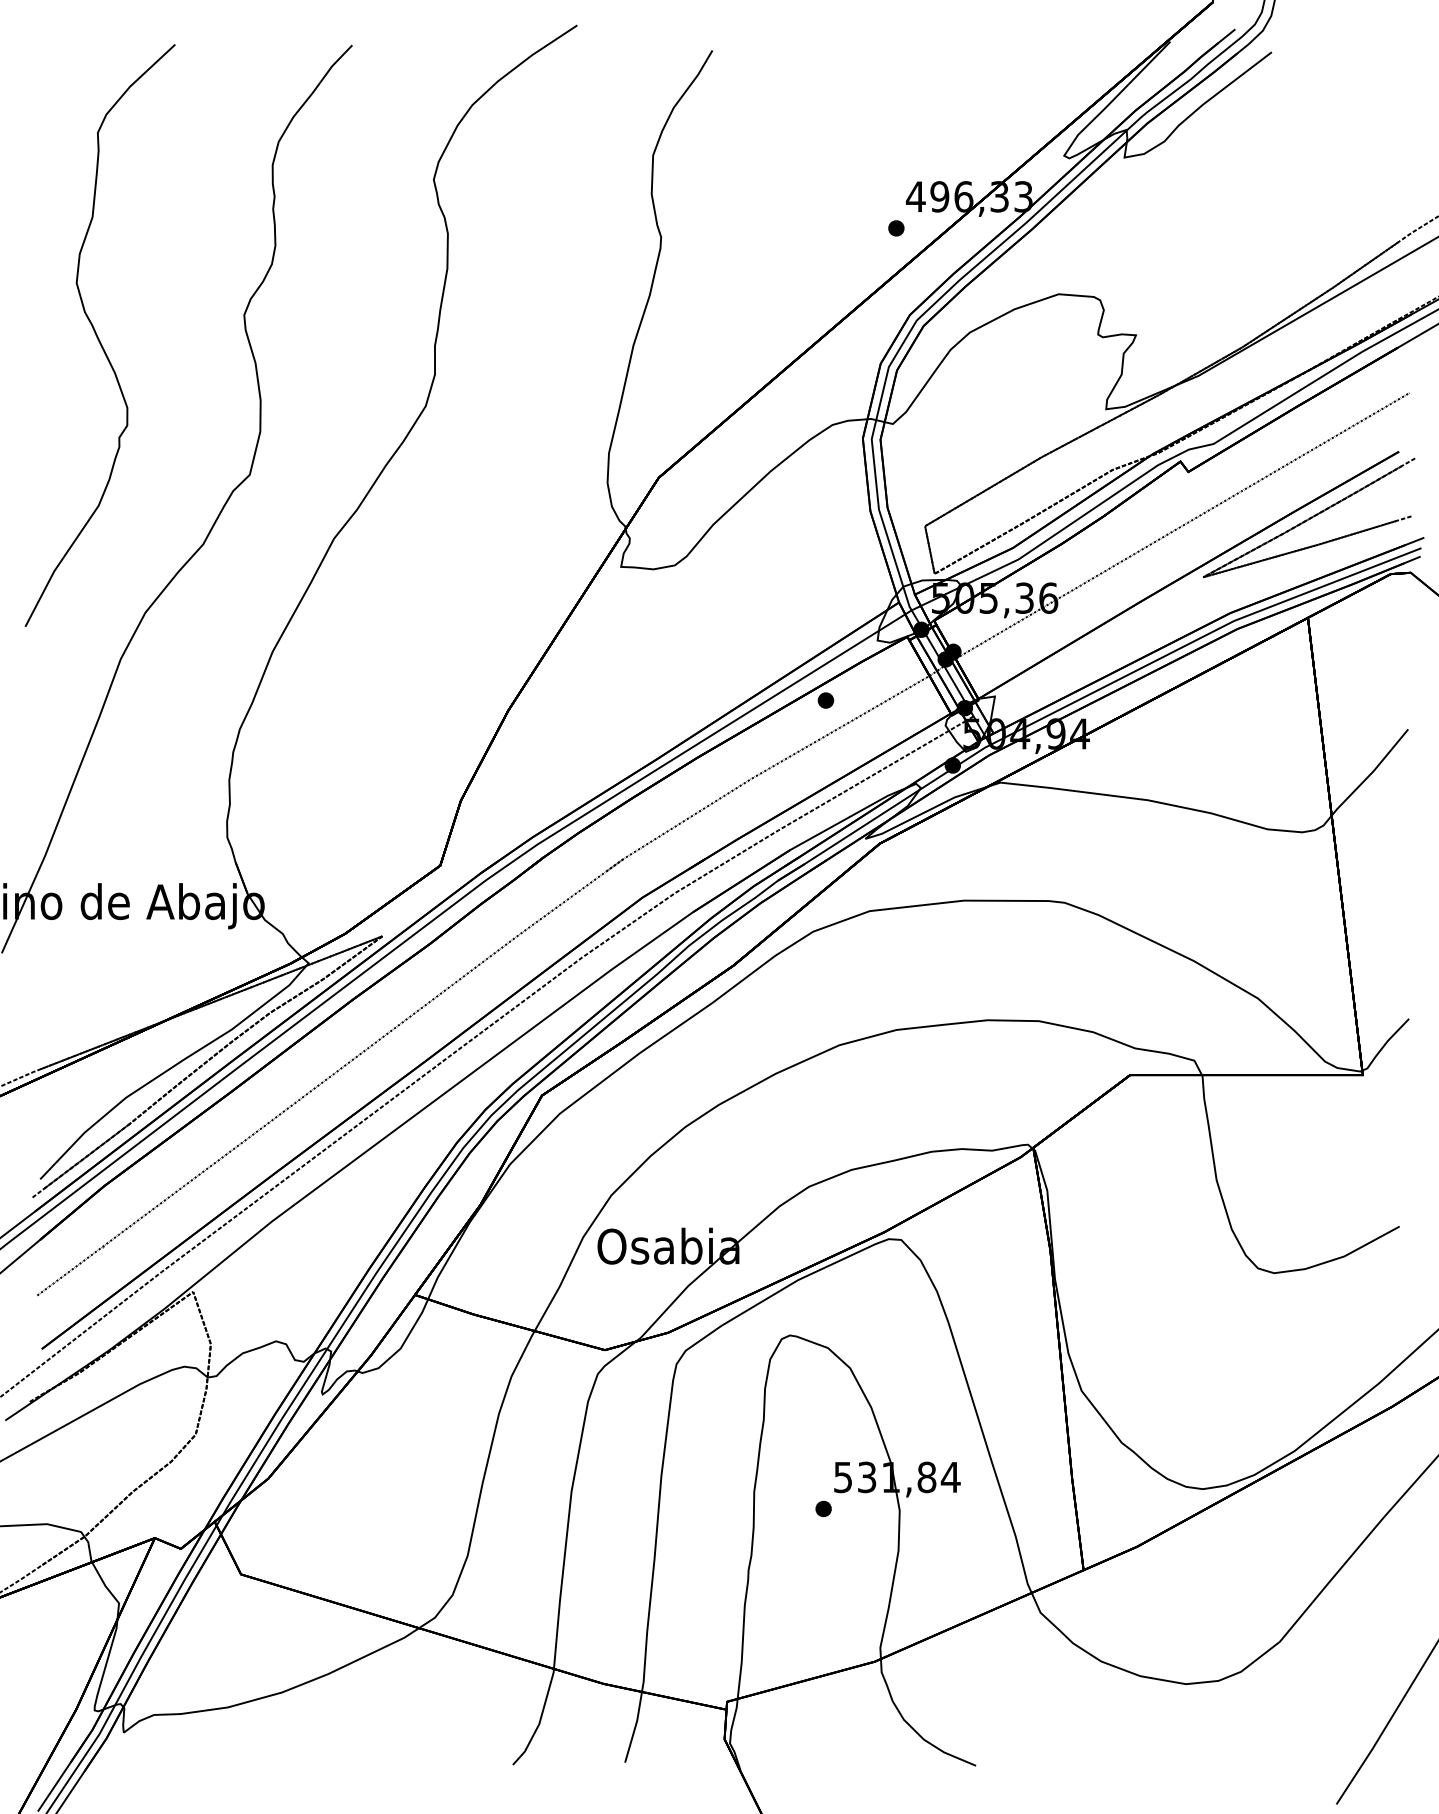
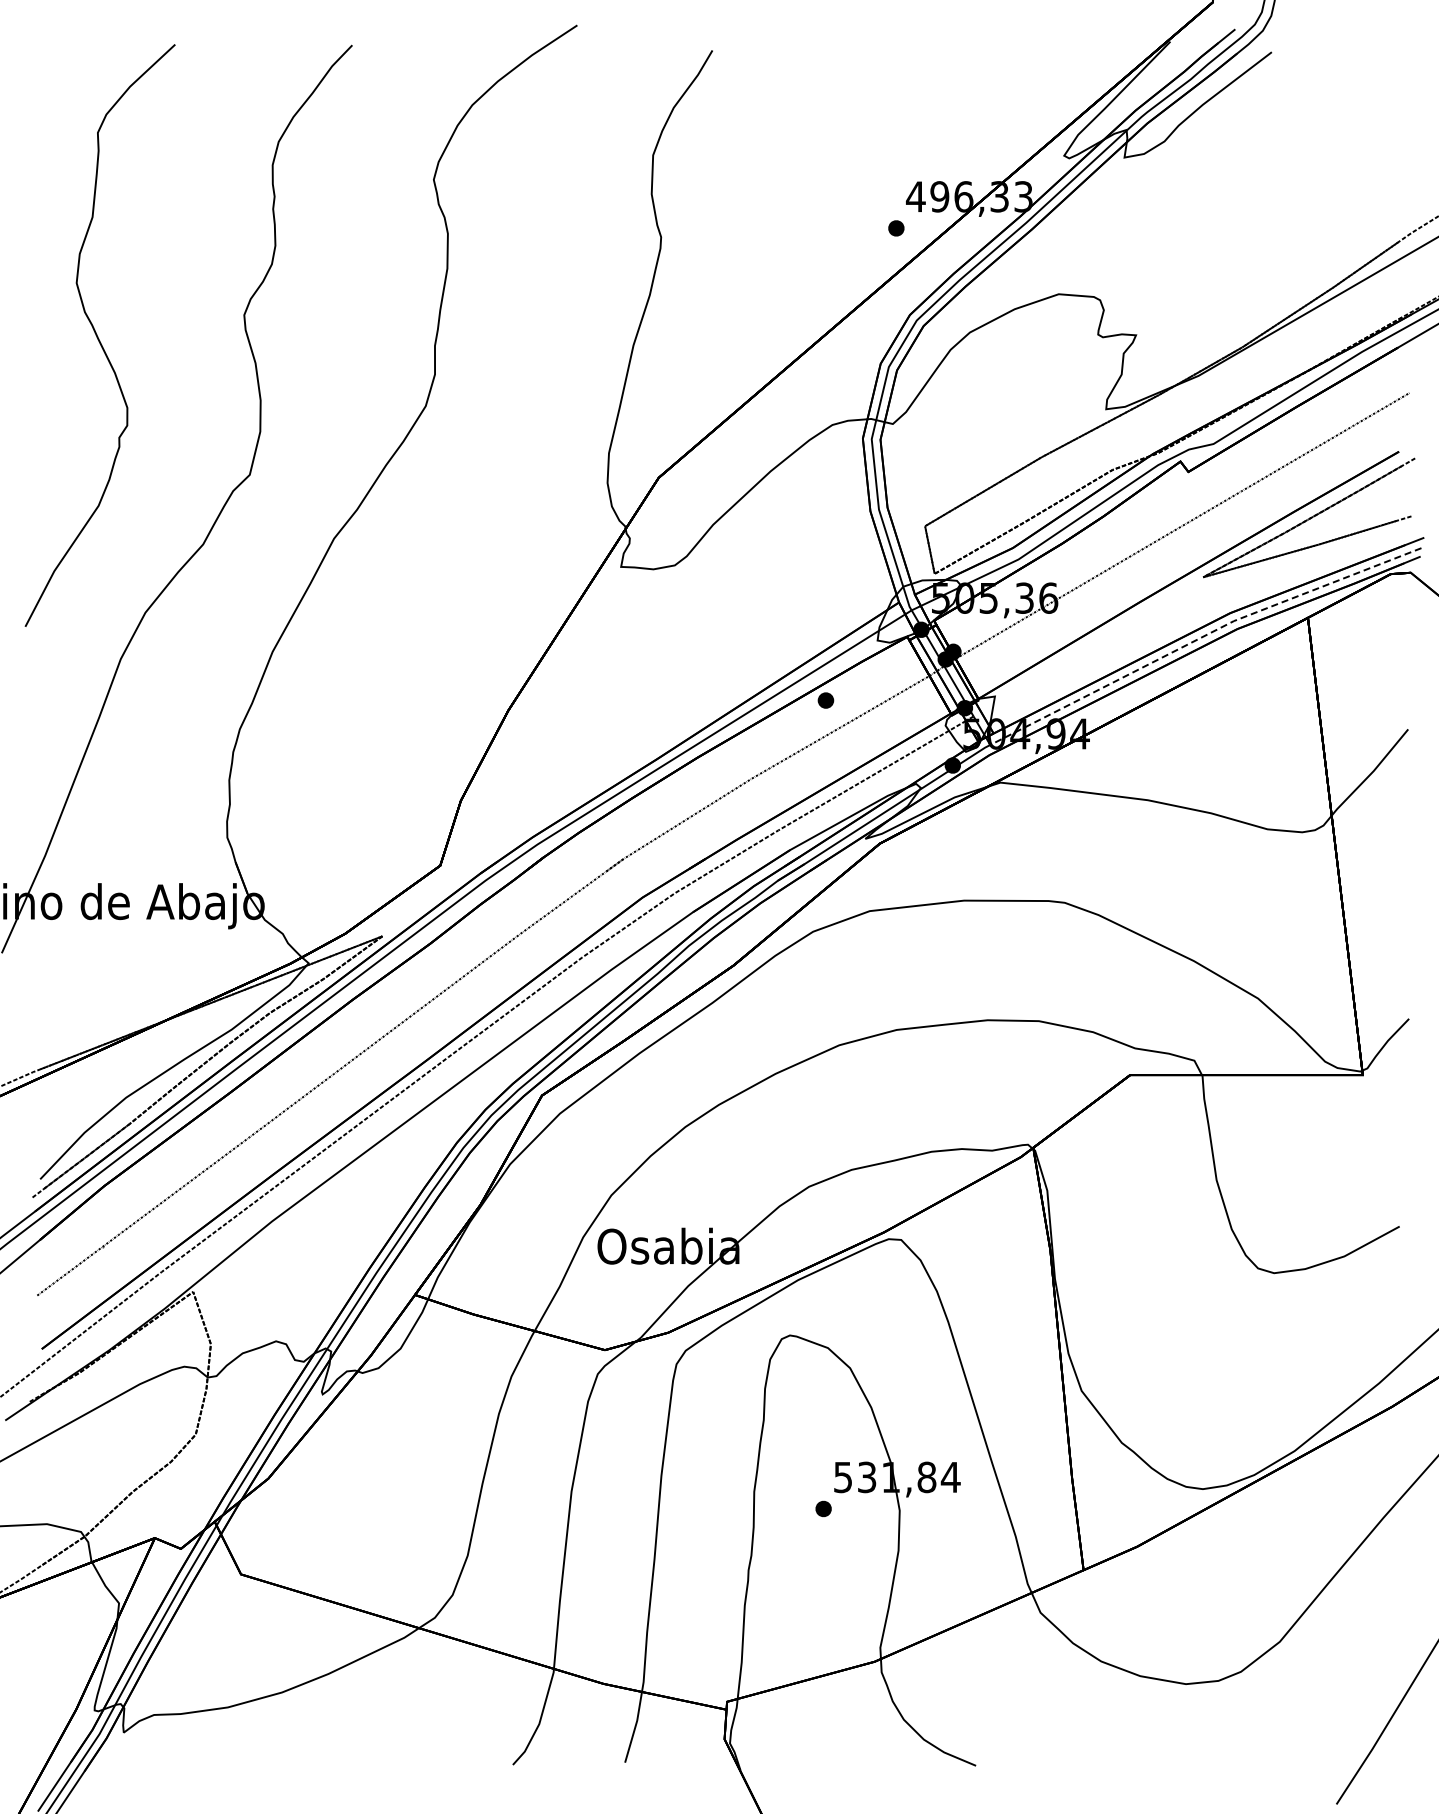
line at (1202, 636): solid -> dashed
